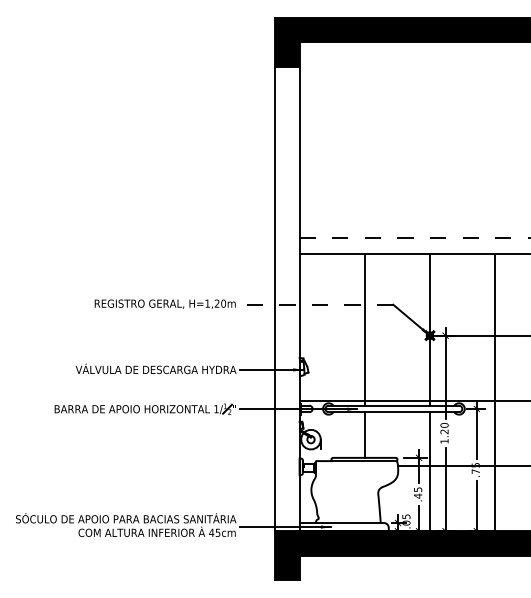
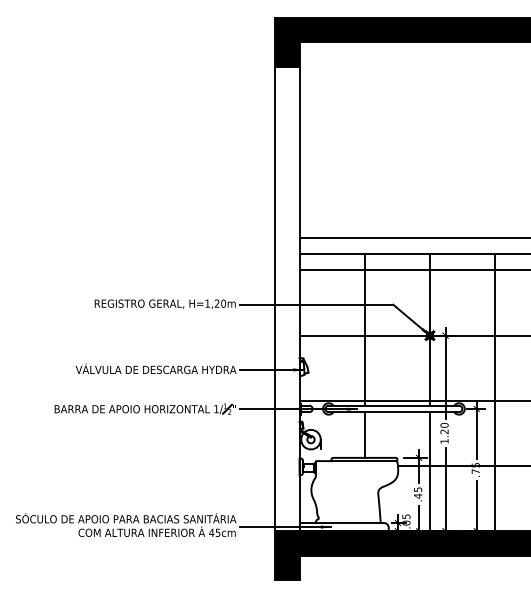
line at (415, 237): dashed -> solid
line at (413, 270): none -> present
line at (316, 304): dashed -> solid
line at (362, 335): none -> present
